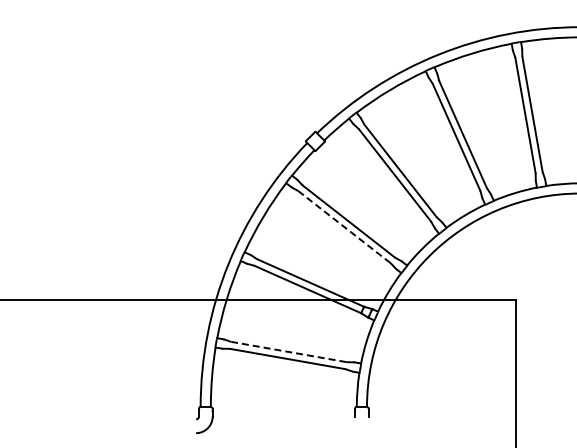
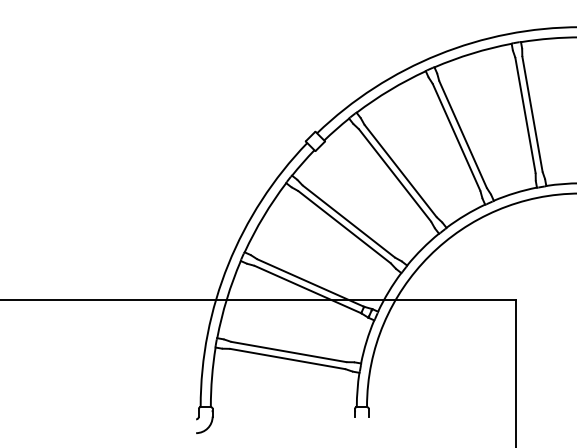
line at (344, 226): dashed -> solid
line at (288, 351): dashed -> solid
